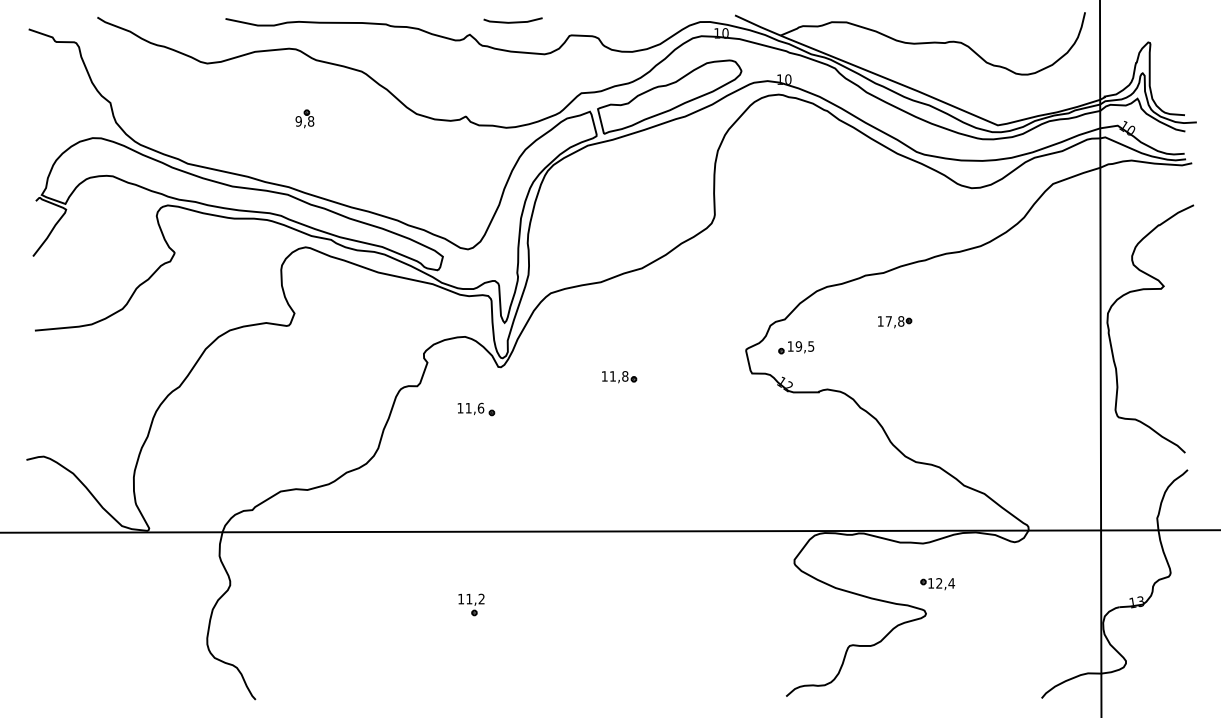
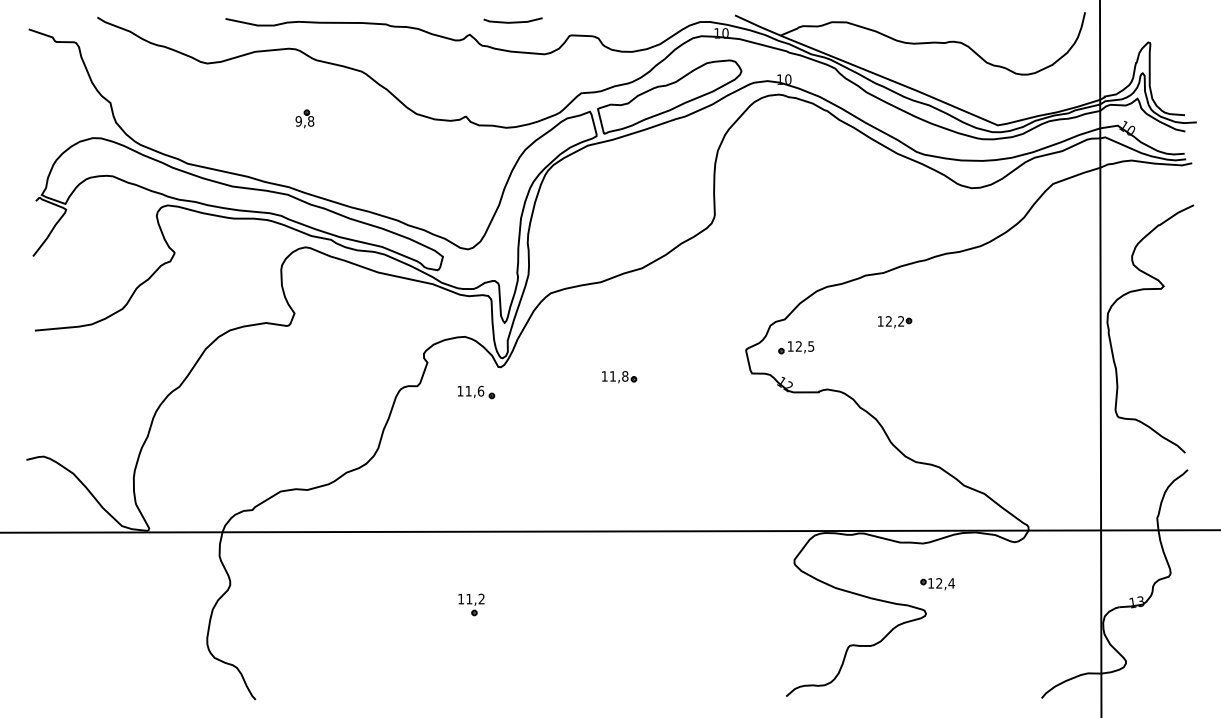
text at (894, 321): 17,8 -> 12,2
text at (798, 346): 19,5 -> 12,5
part at (476, 409) position: (476, 409) -> (476, 392)
